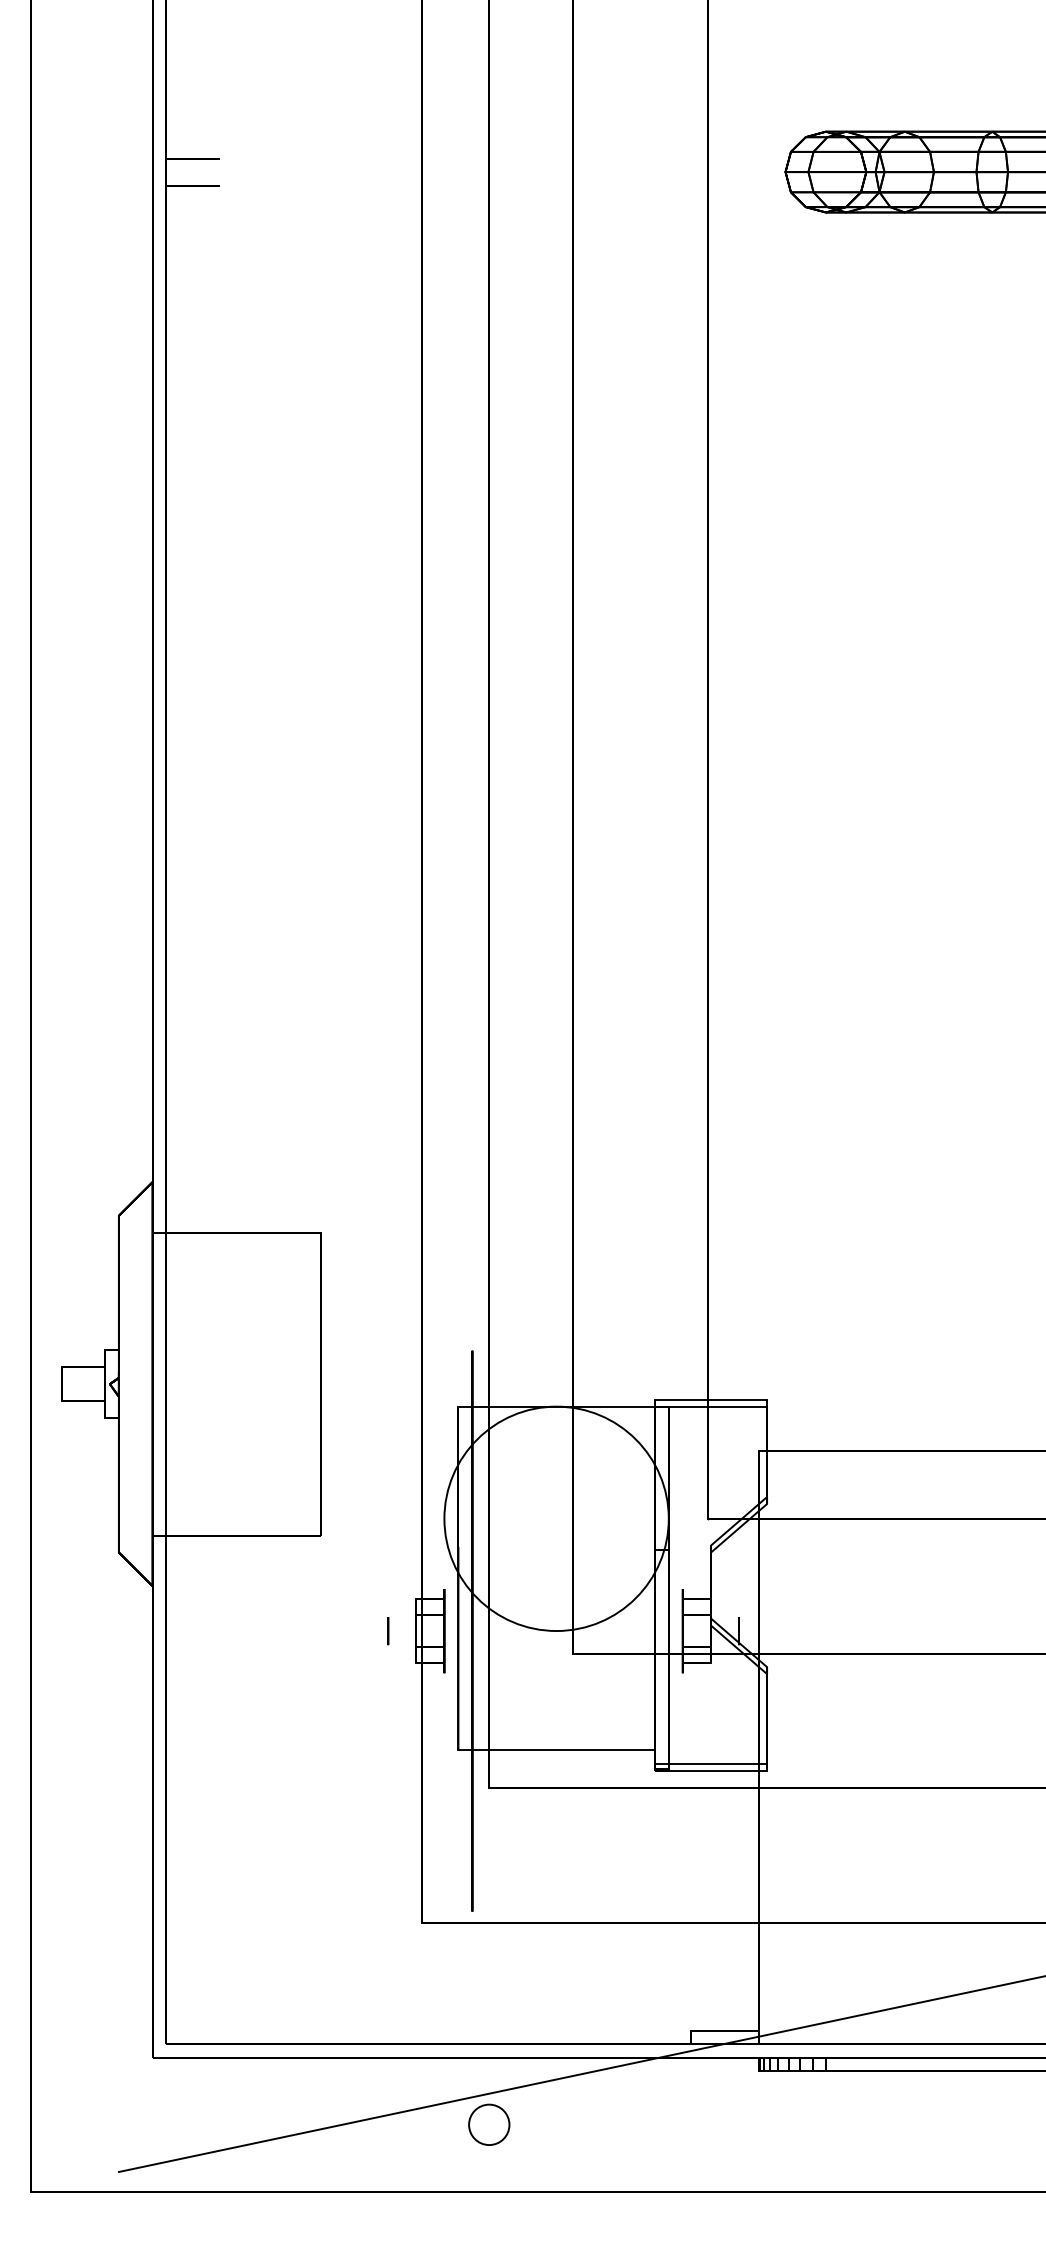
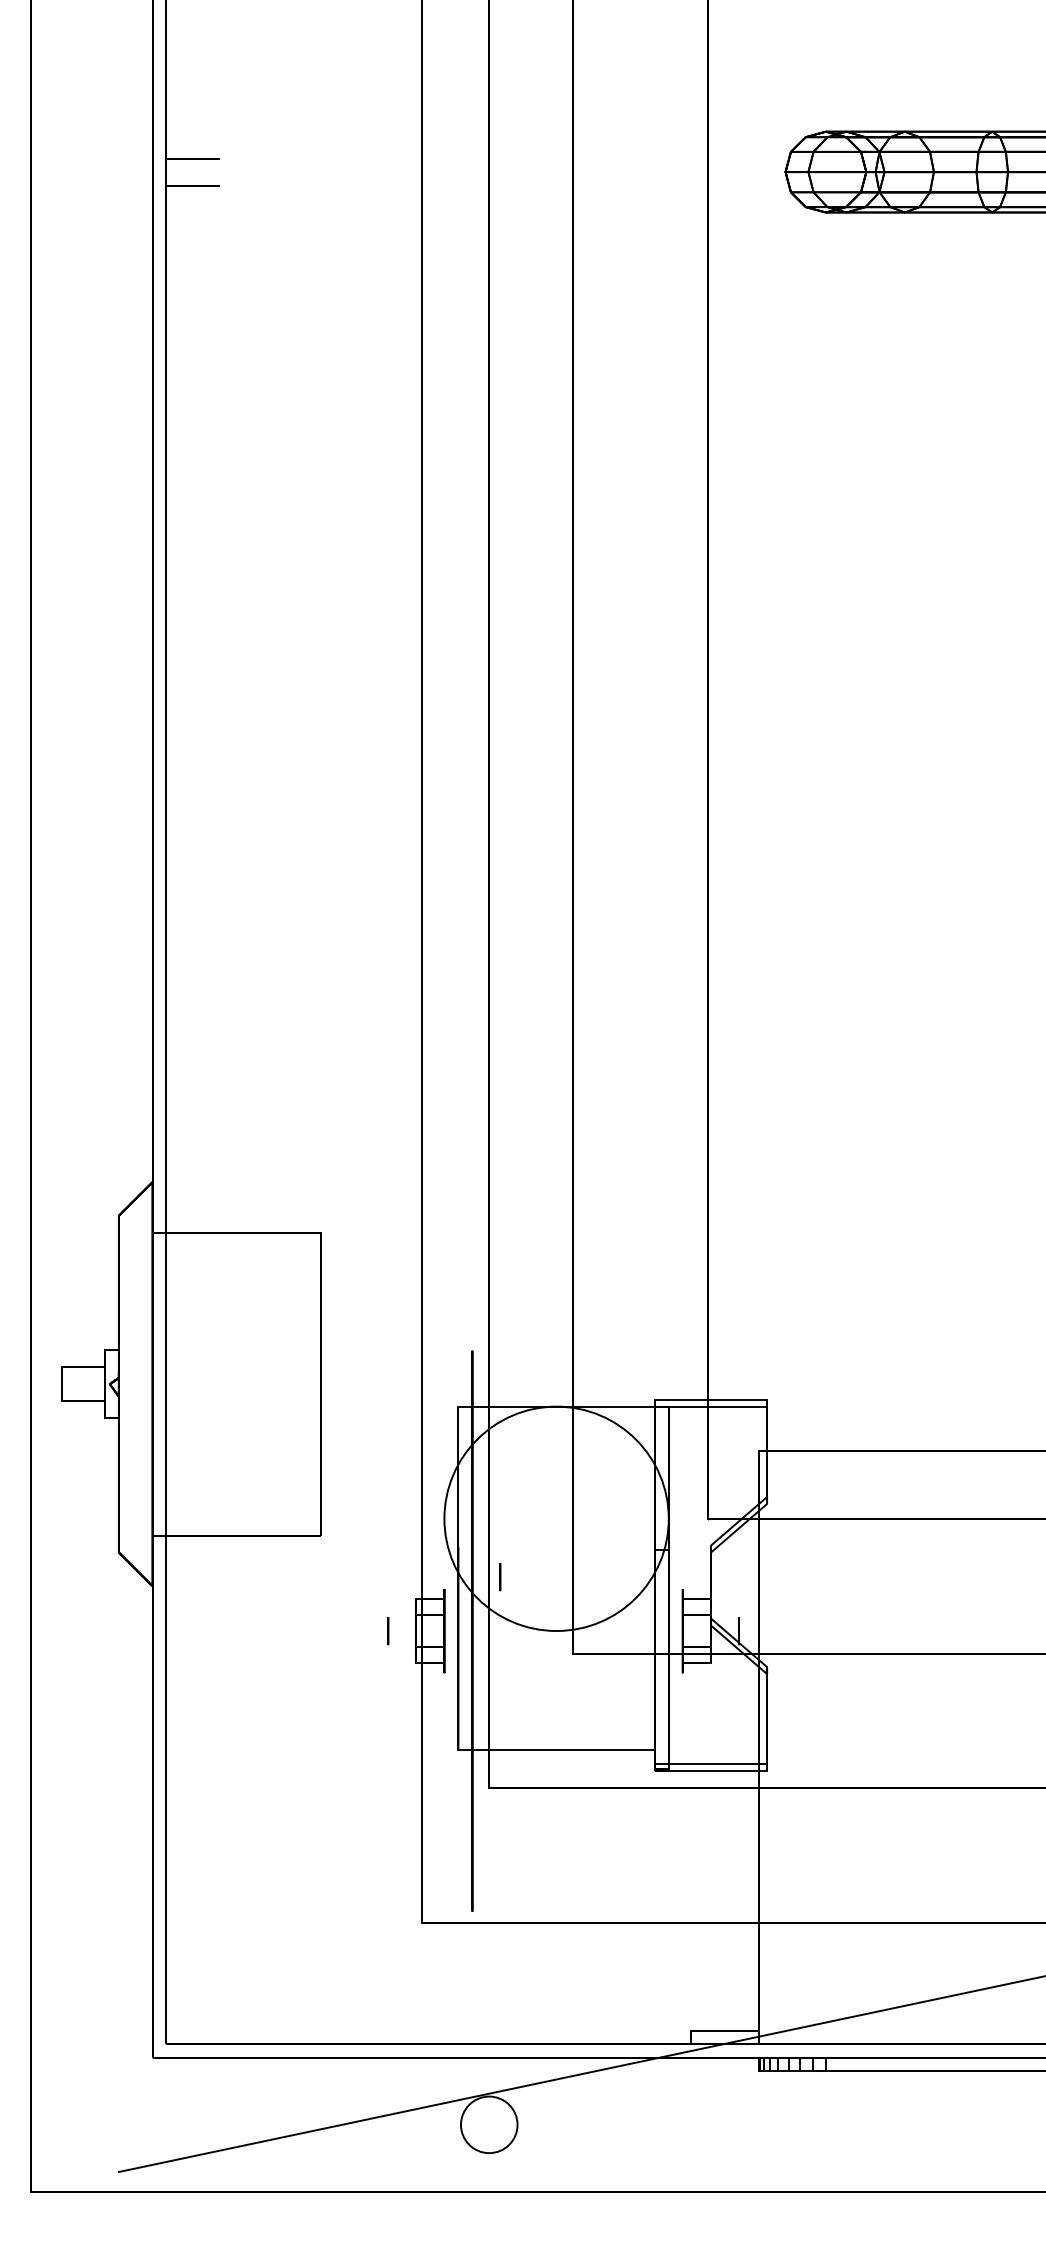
circle at (500, 1577): none -> present
circle at (489, 2124) diameter: 40 px -> 57 px
